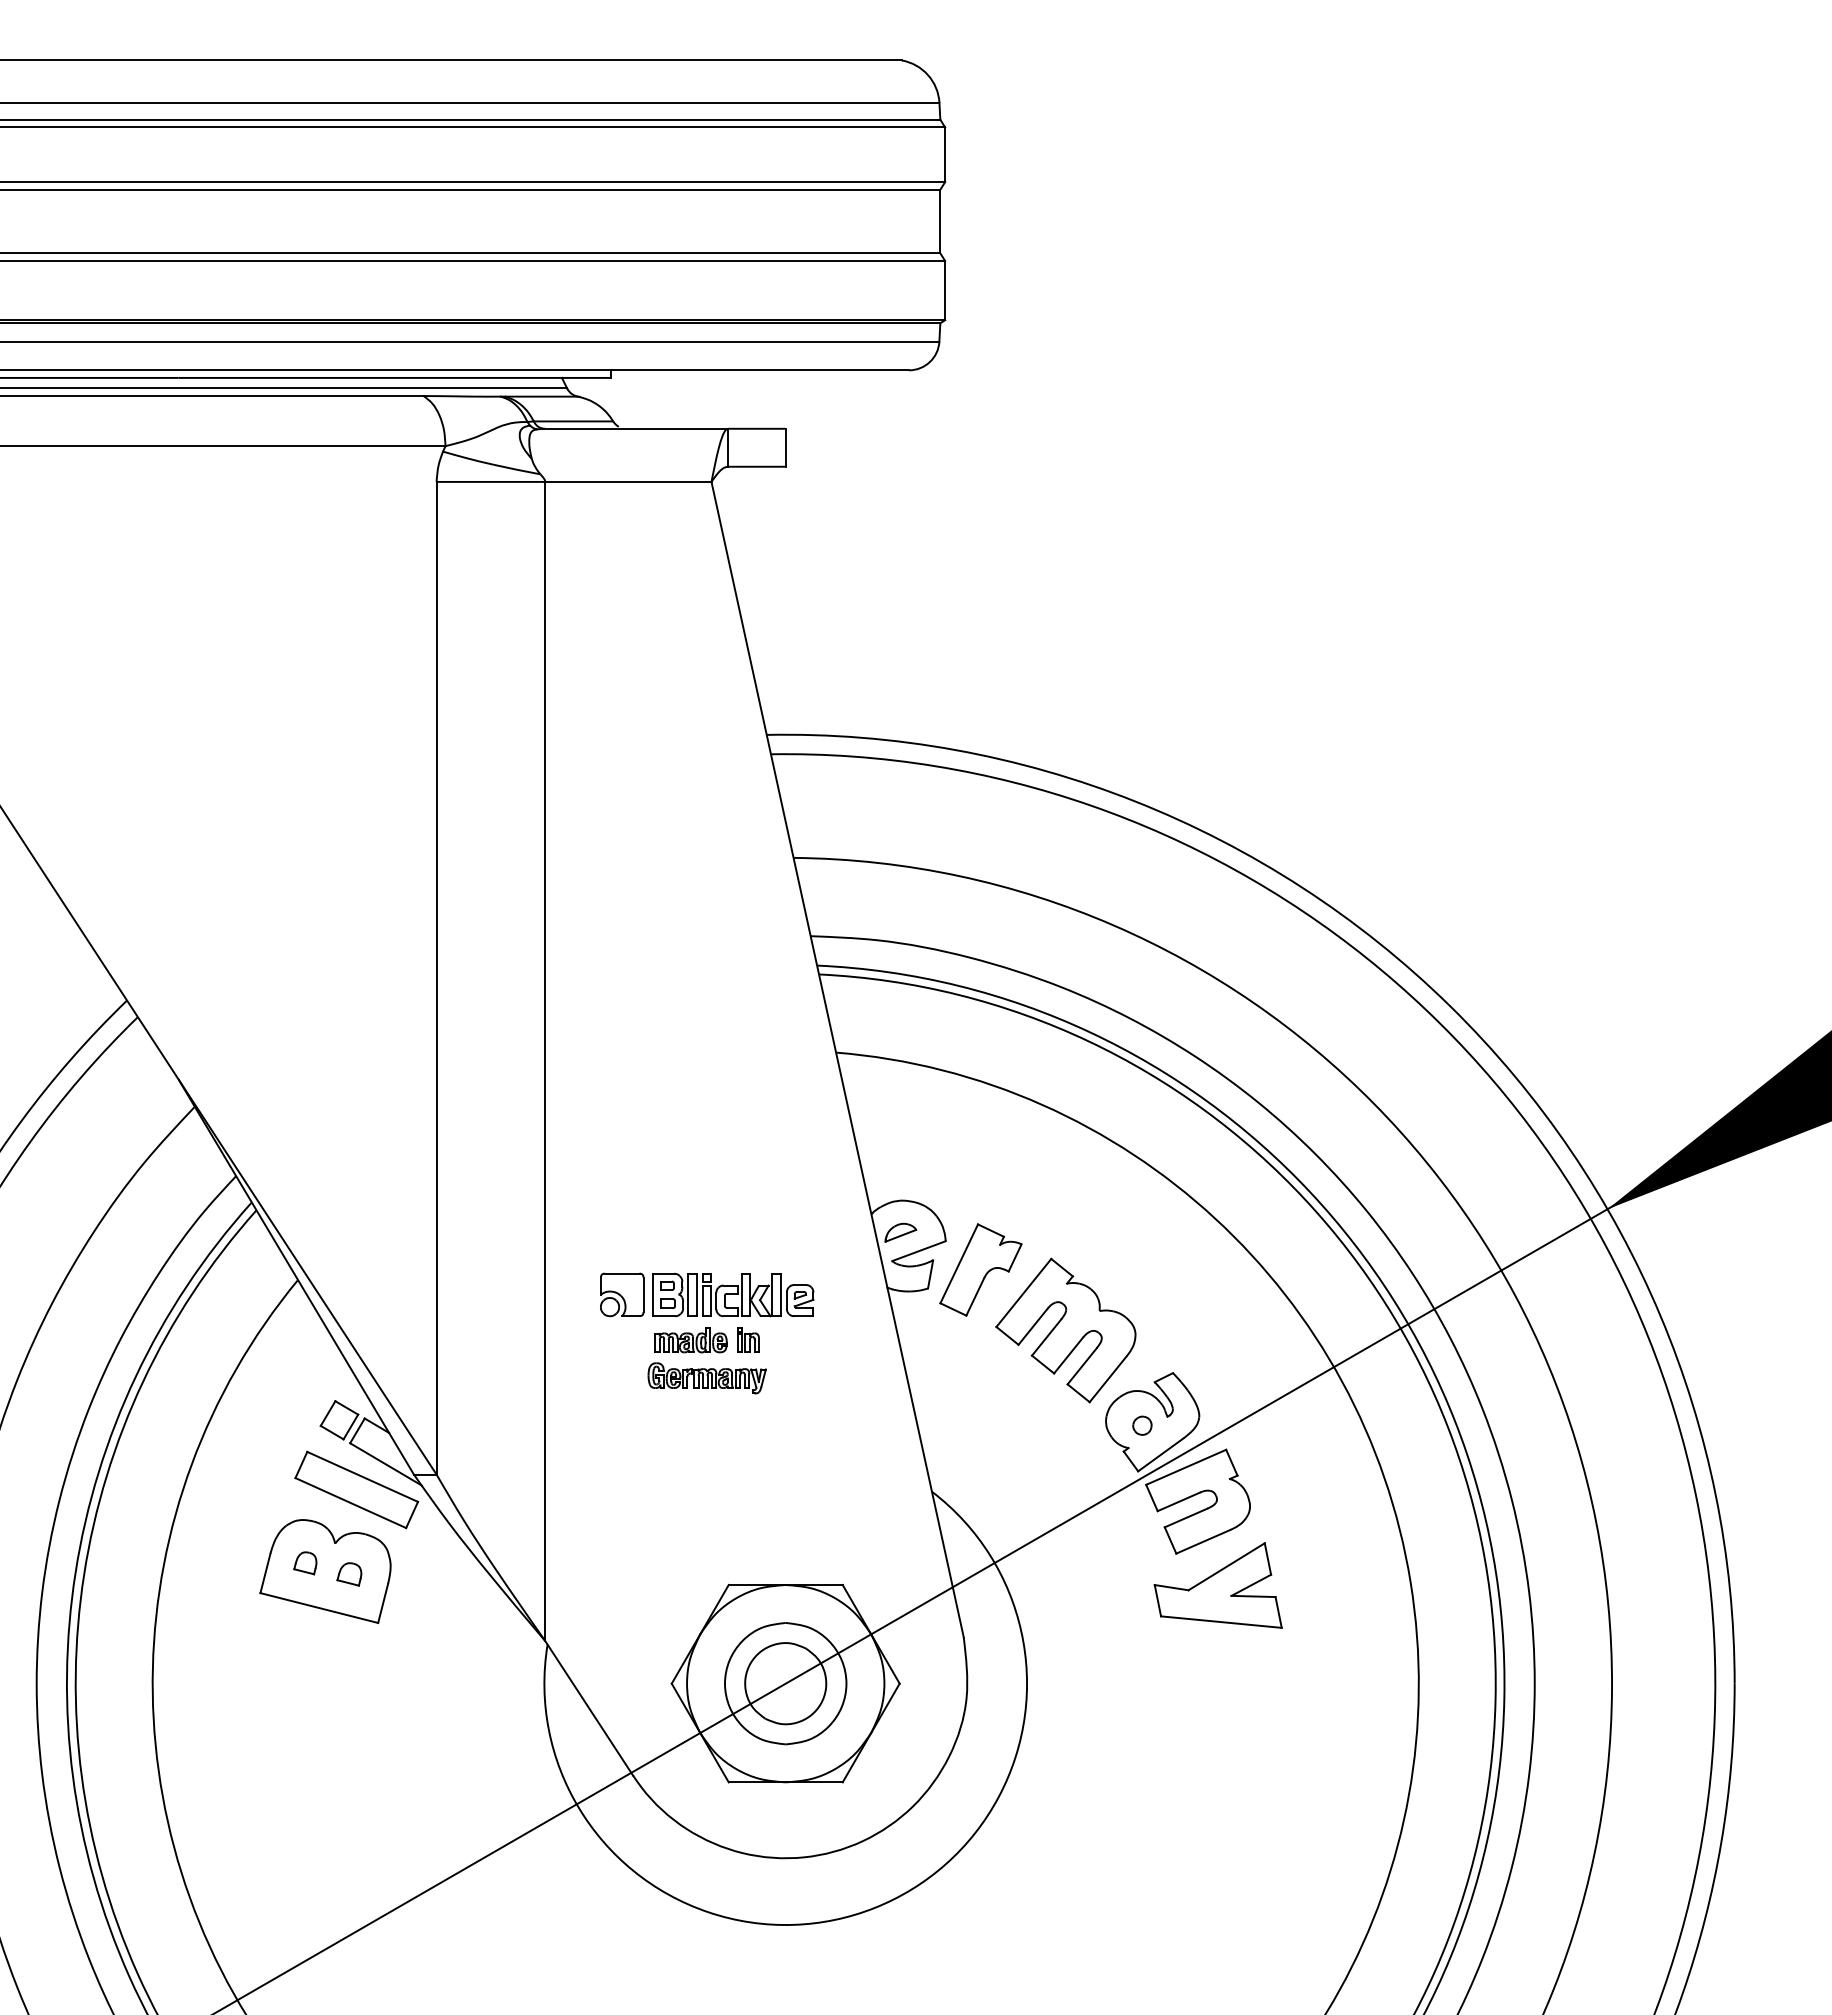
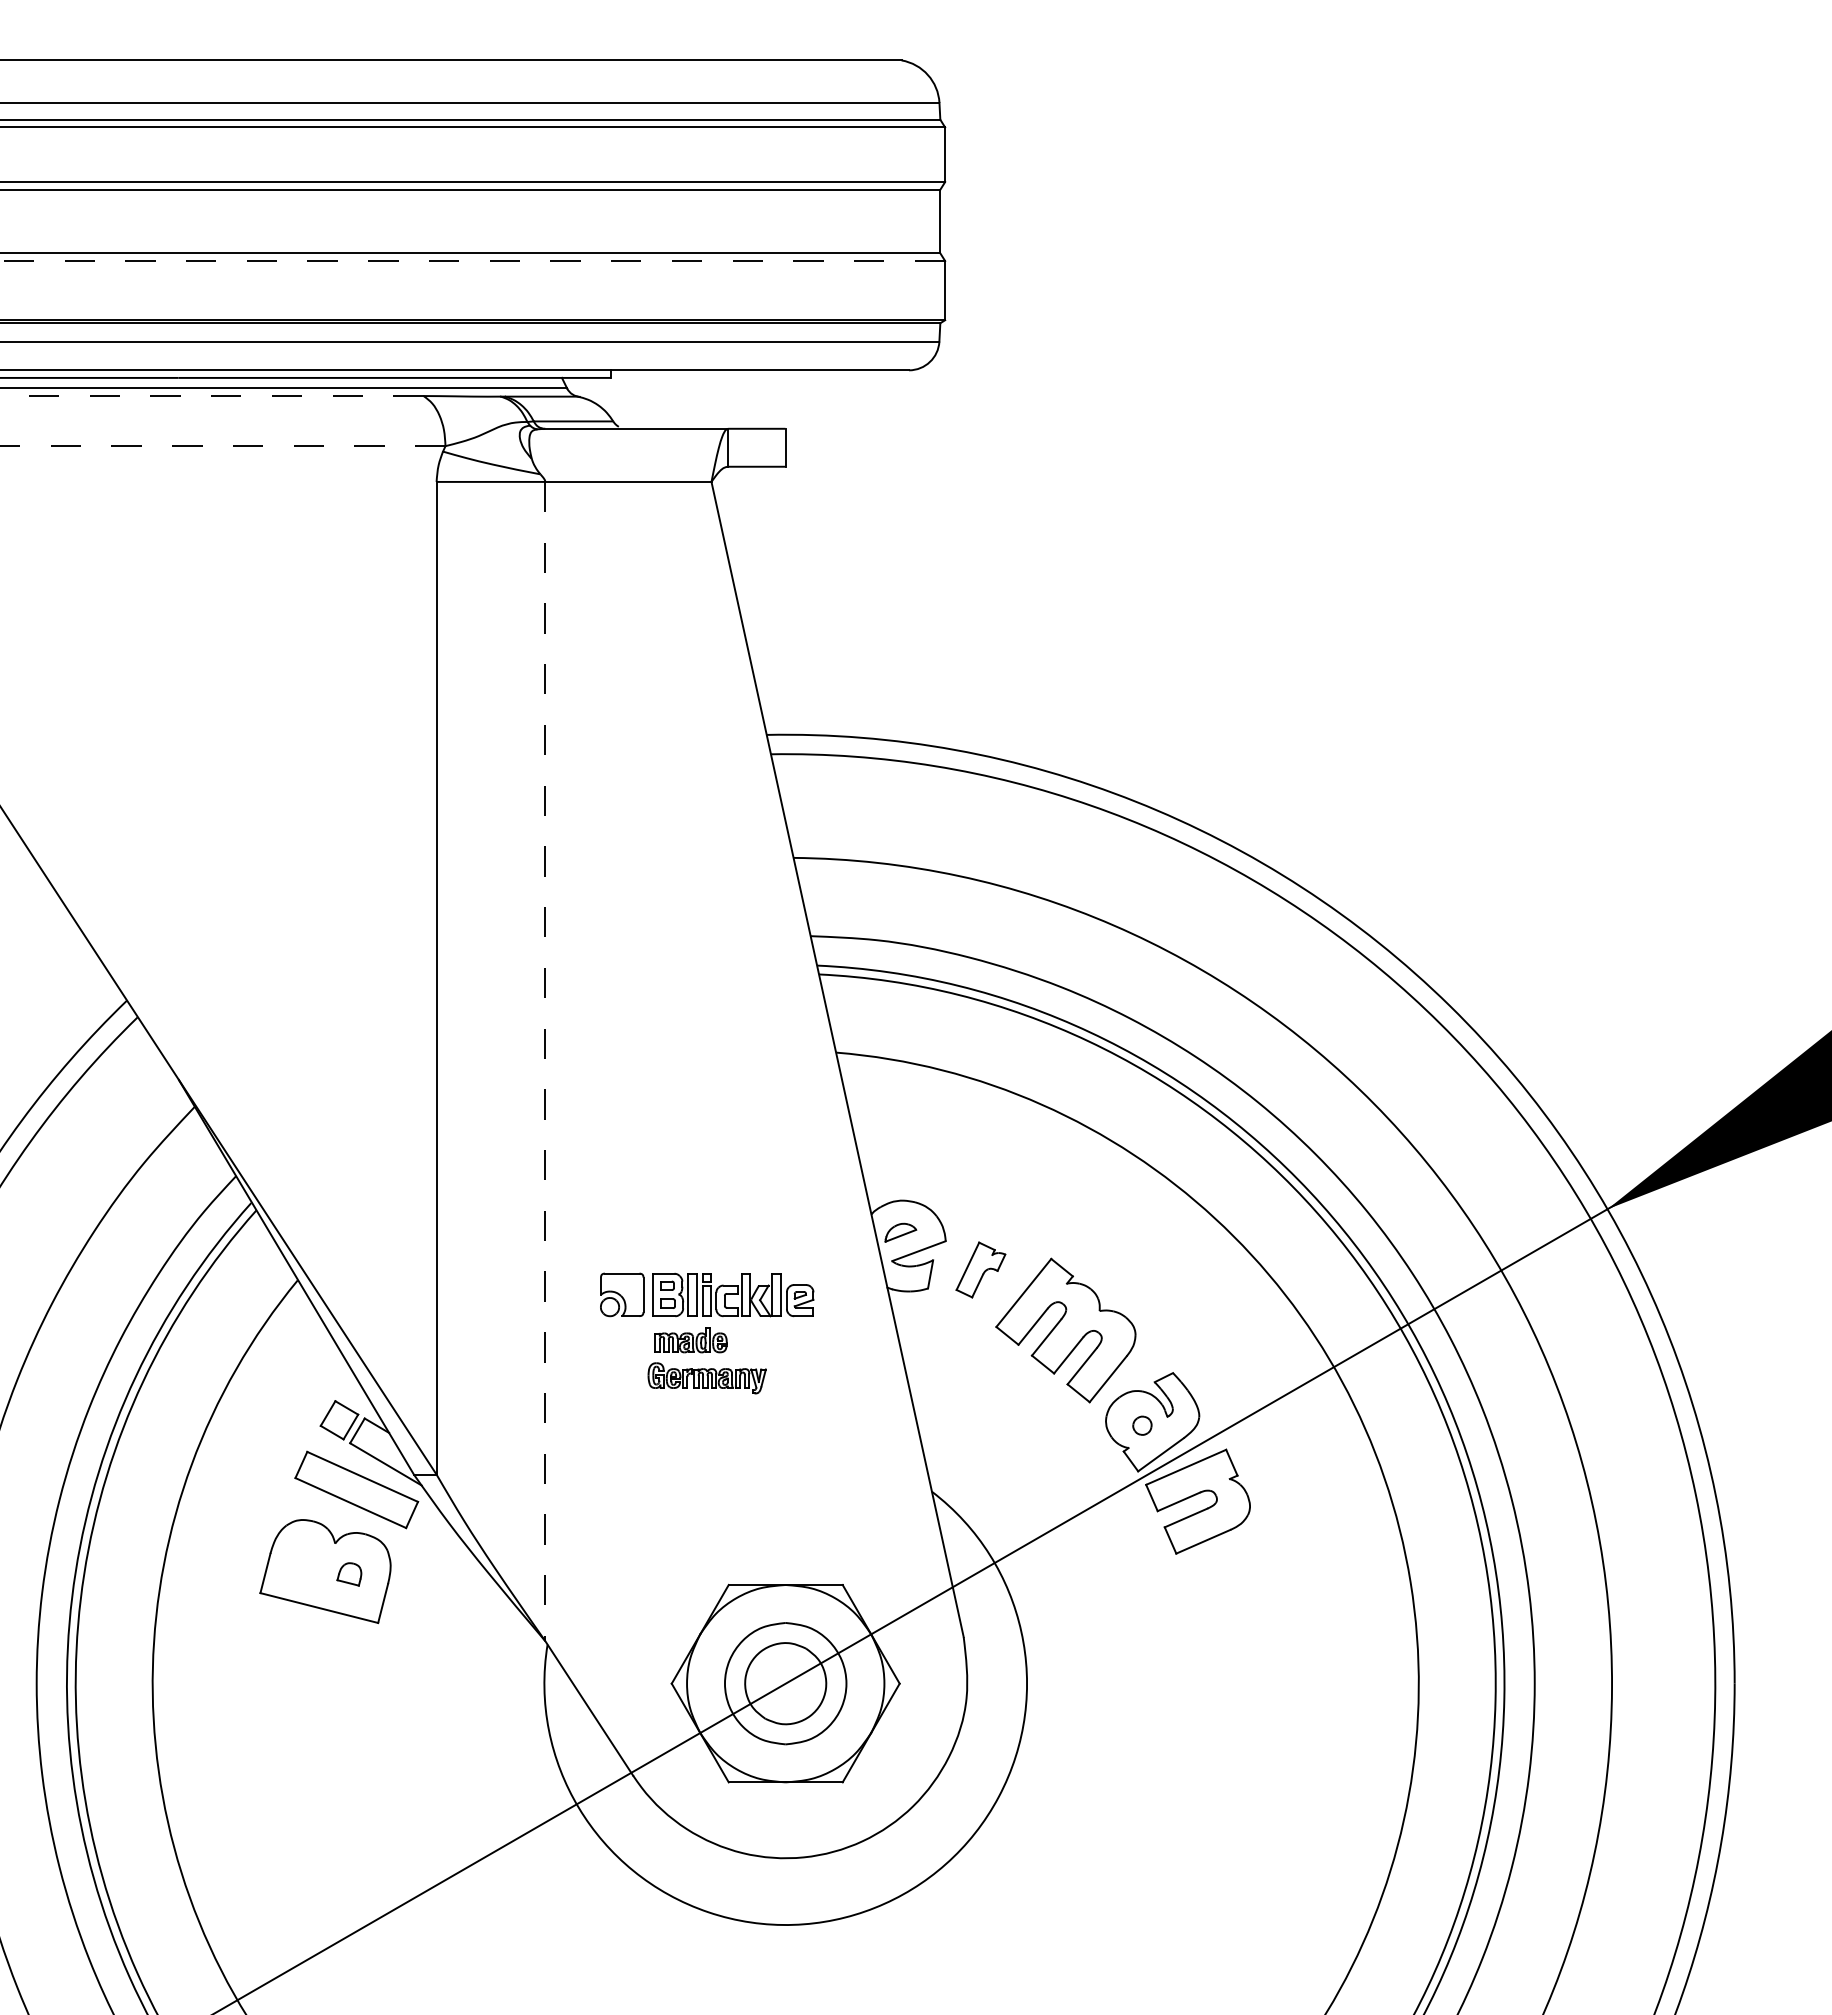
line at (472, 261): solid -> dashed
line at (211, 396): solid -> dashed
line at (222, 446): solid -> dashed
line at (545, 1061): solid -> dashed
part at (980, 1269) size: 84x94 px -> 52x58 px
part at (748, 1339): present -> none
part at (305, 1563): present -> none
part at (1217, 1585): present -> none
